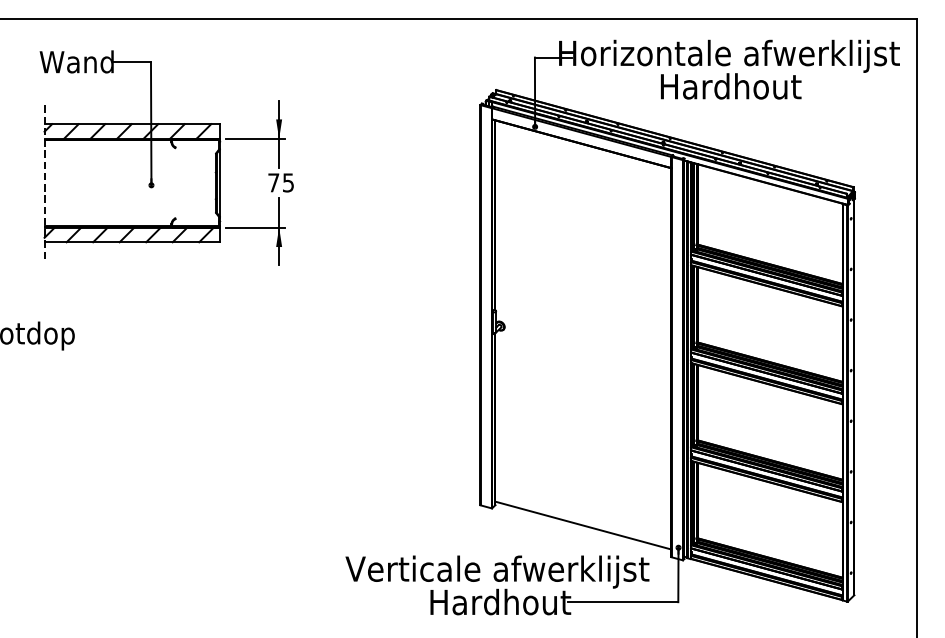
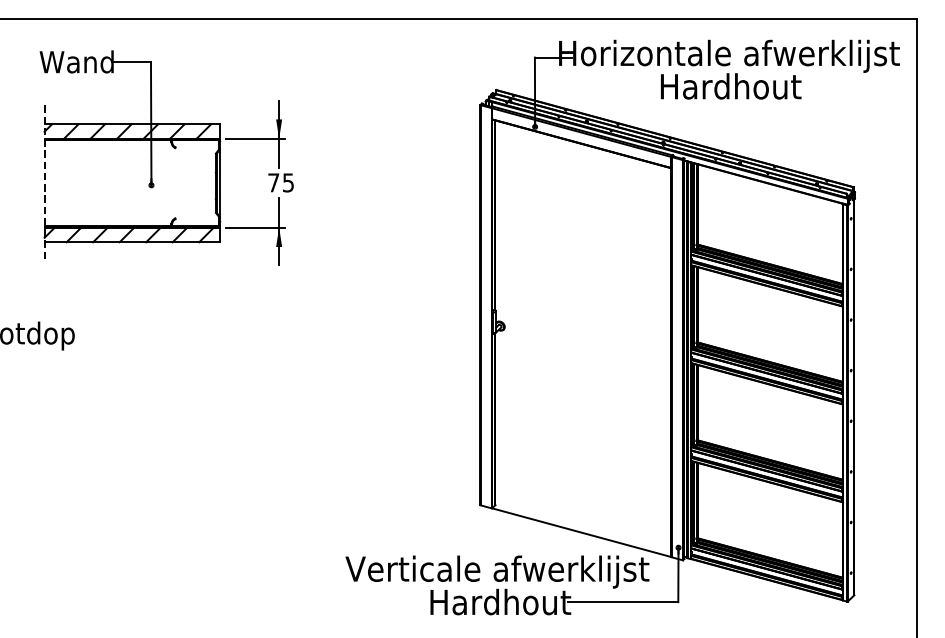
line at (583, 525) position: (583, 525) -> (581, 532)
